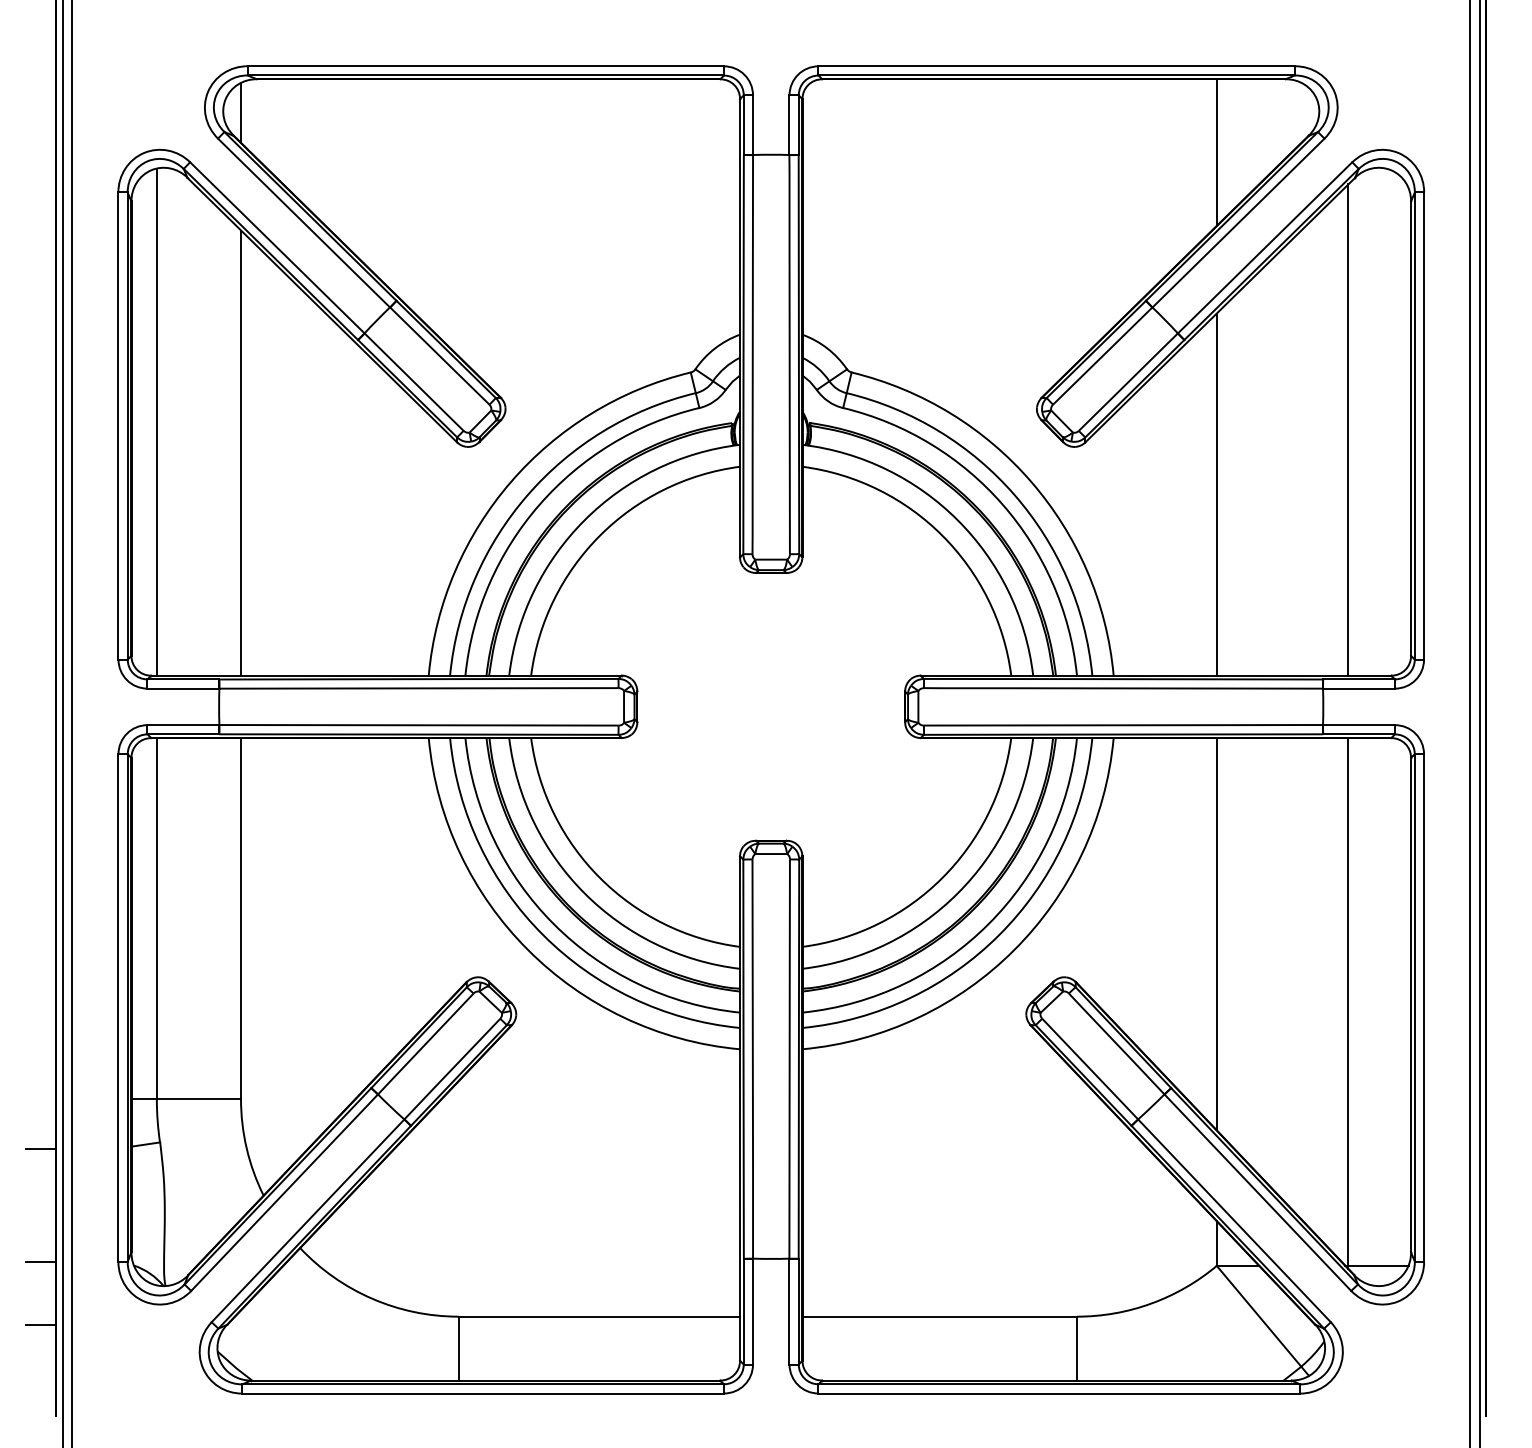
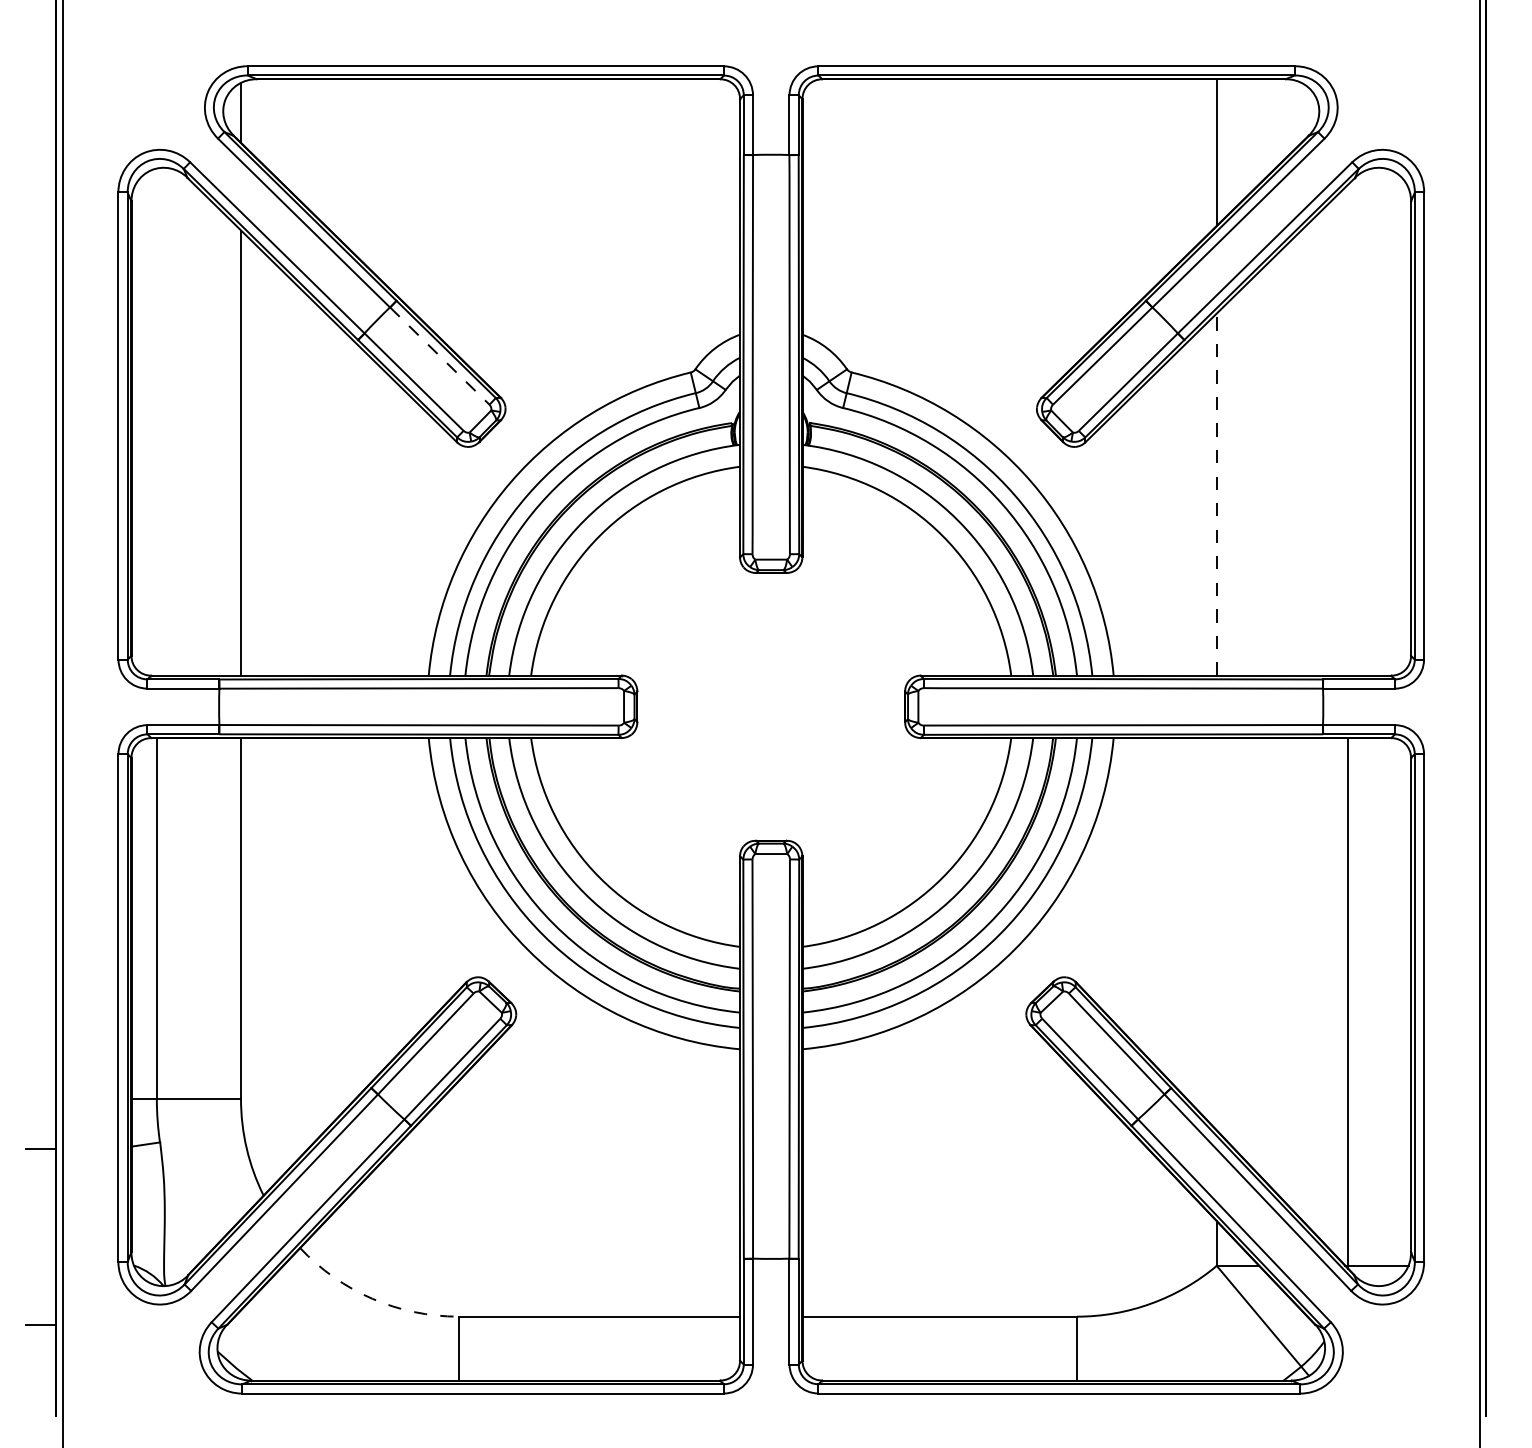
line at (439, 355): solid -> dashed
line at (156, 421): present -> none
line at (1348, 429): present -> none
line at (1216, 494): solid -> dashed
line at (72, 723): present -> none
line at (1470, 723): present -> none
line at (1216, 934): present -> none
line at (41, 1262): present -> none
arc at (372, 1298): solid -> dashed
